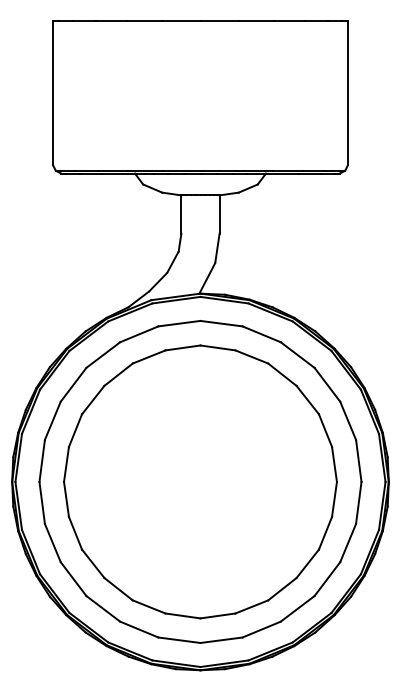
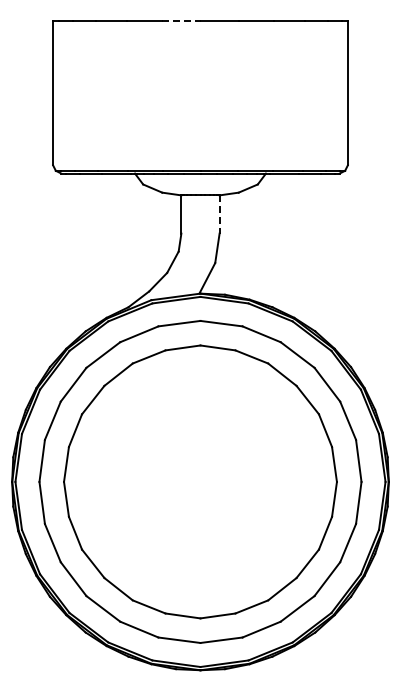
line at (181, 20): solid -> dashed
line at (219, 214): solid -> dashed
